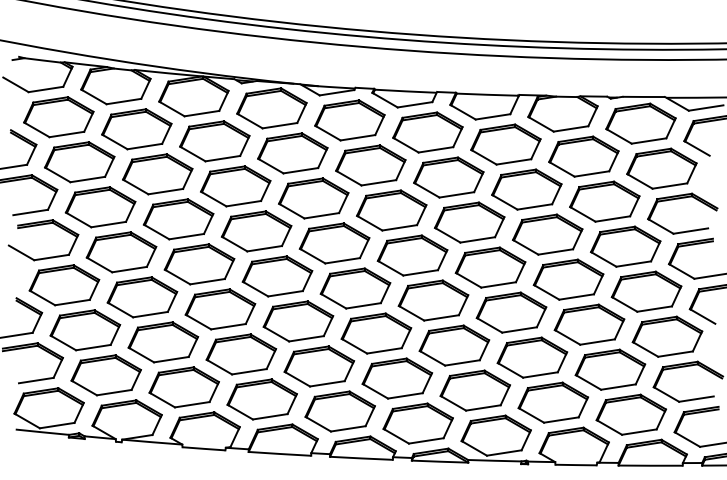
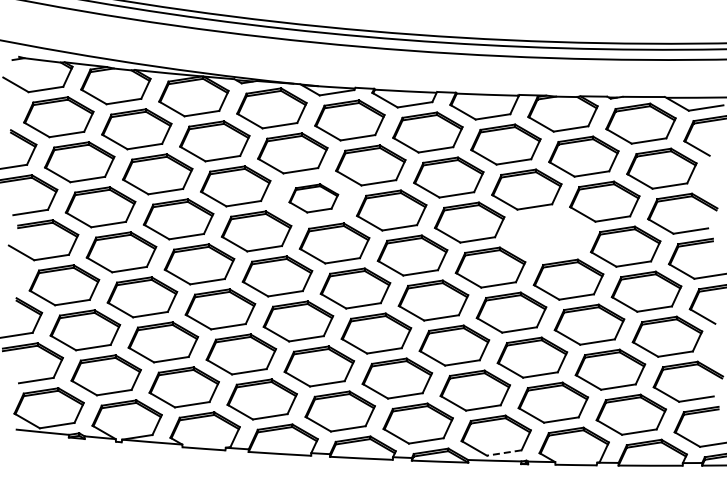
part at (313, 198) size: 72x43 px -> 52x31 px
part at (547, 234): present -> none
line at (504, 452): solid -> dashed
